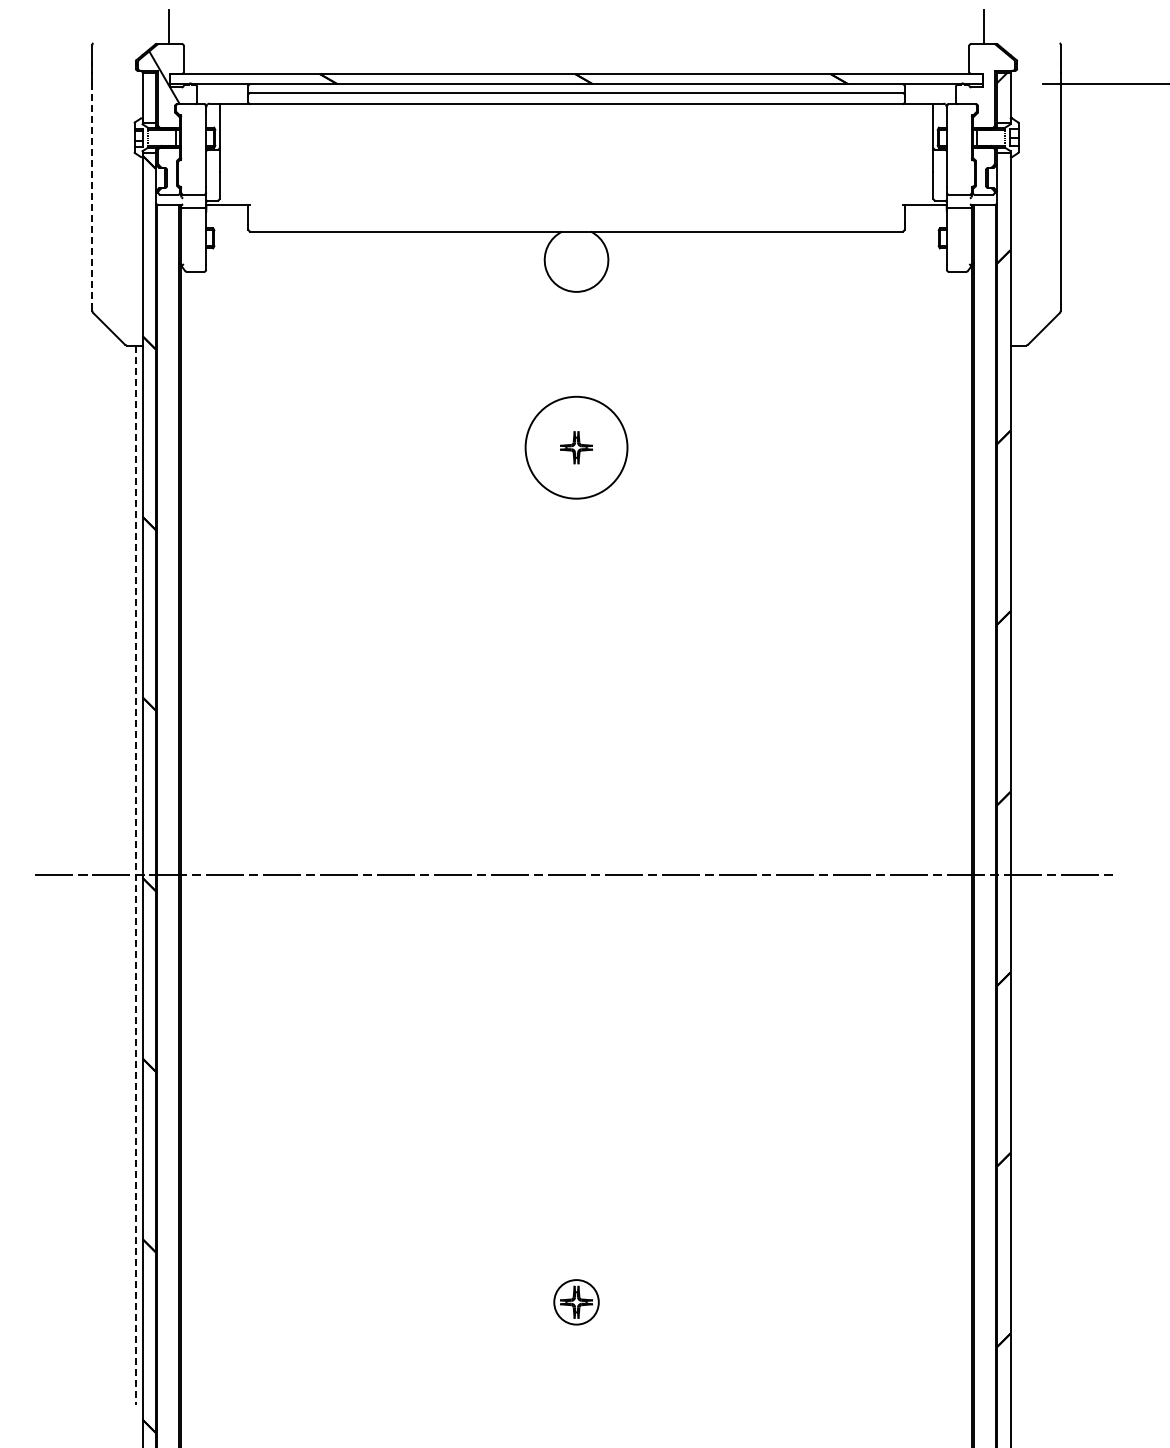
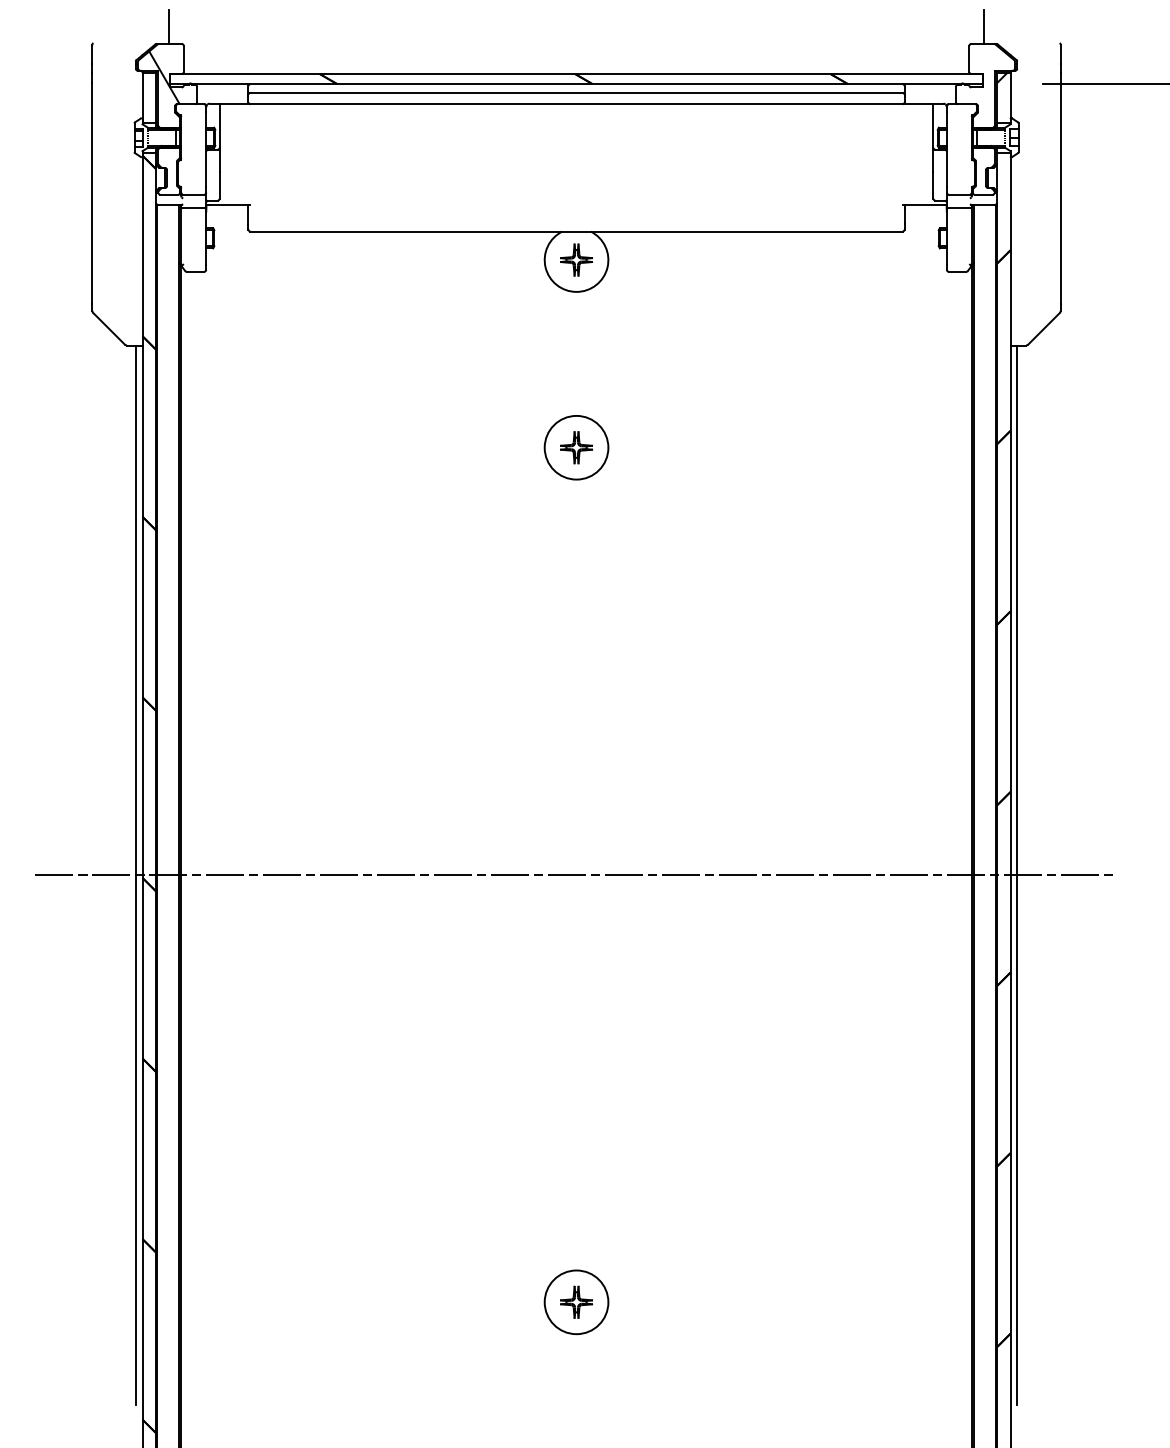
line at (92, 193): dashed -> solid
part at (576, 259): none -> present
circle at (576, 447) diameter: 102 px -> 64 px
line at (1017, 874): none -> present
line at (135, 875): dashed -> solid
circle at (576, 1302) diameter: 45 px -> 64 px
